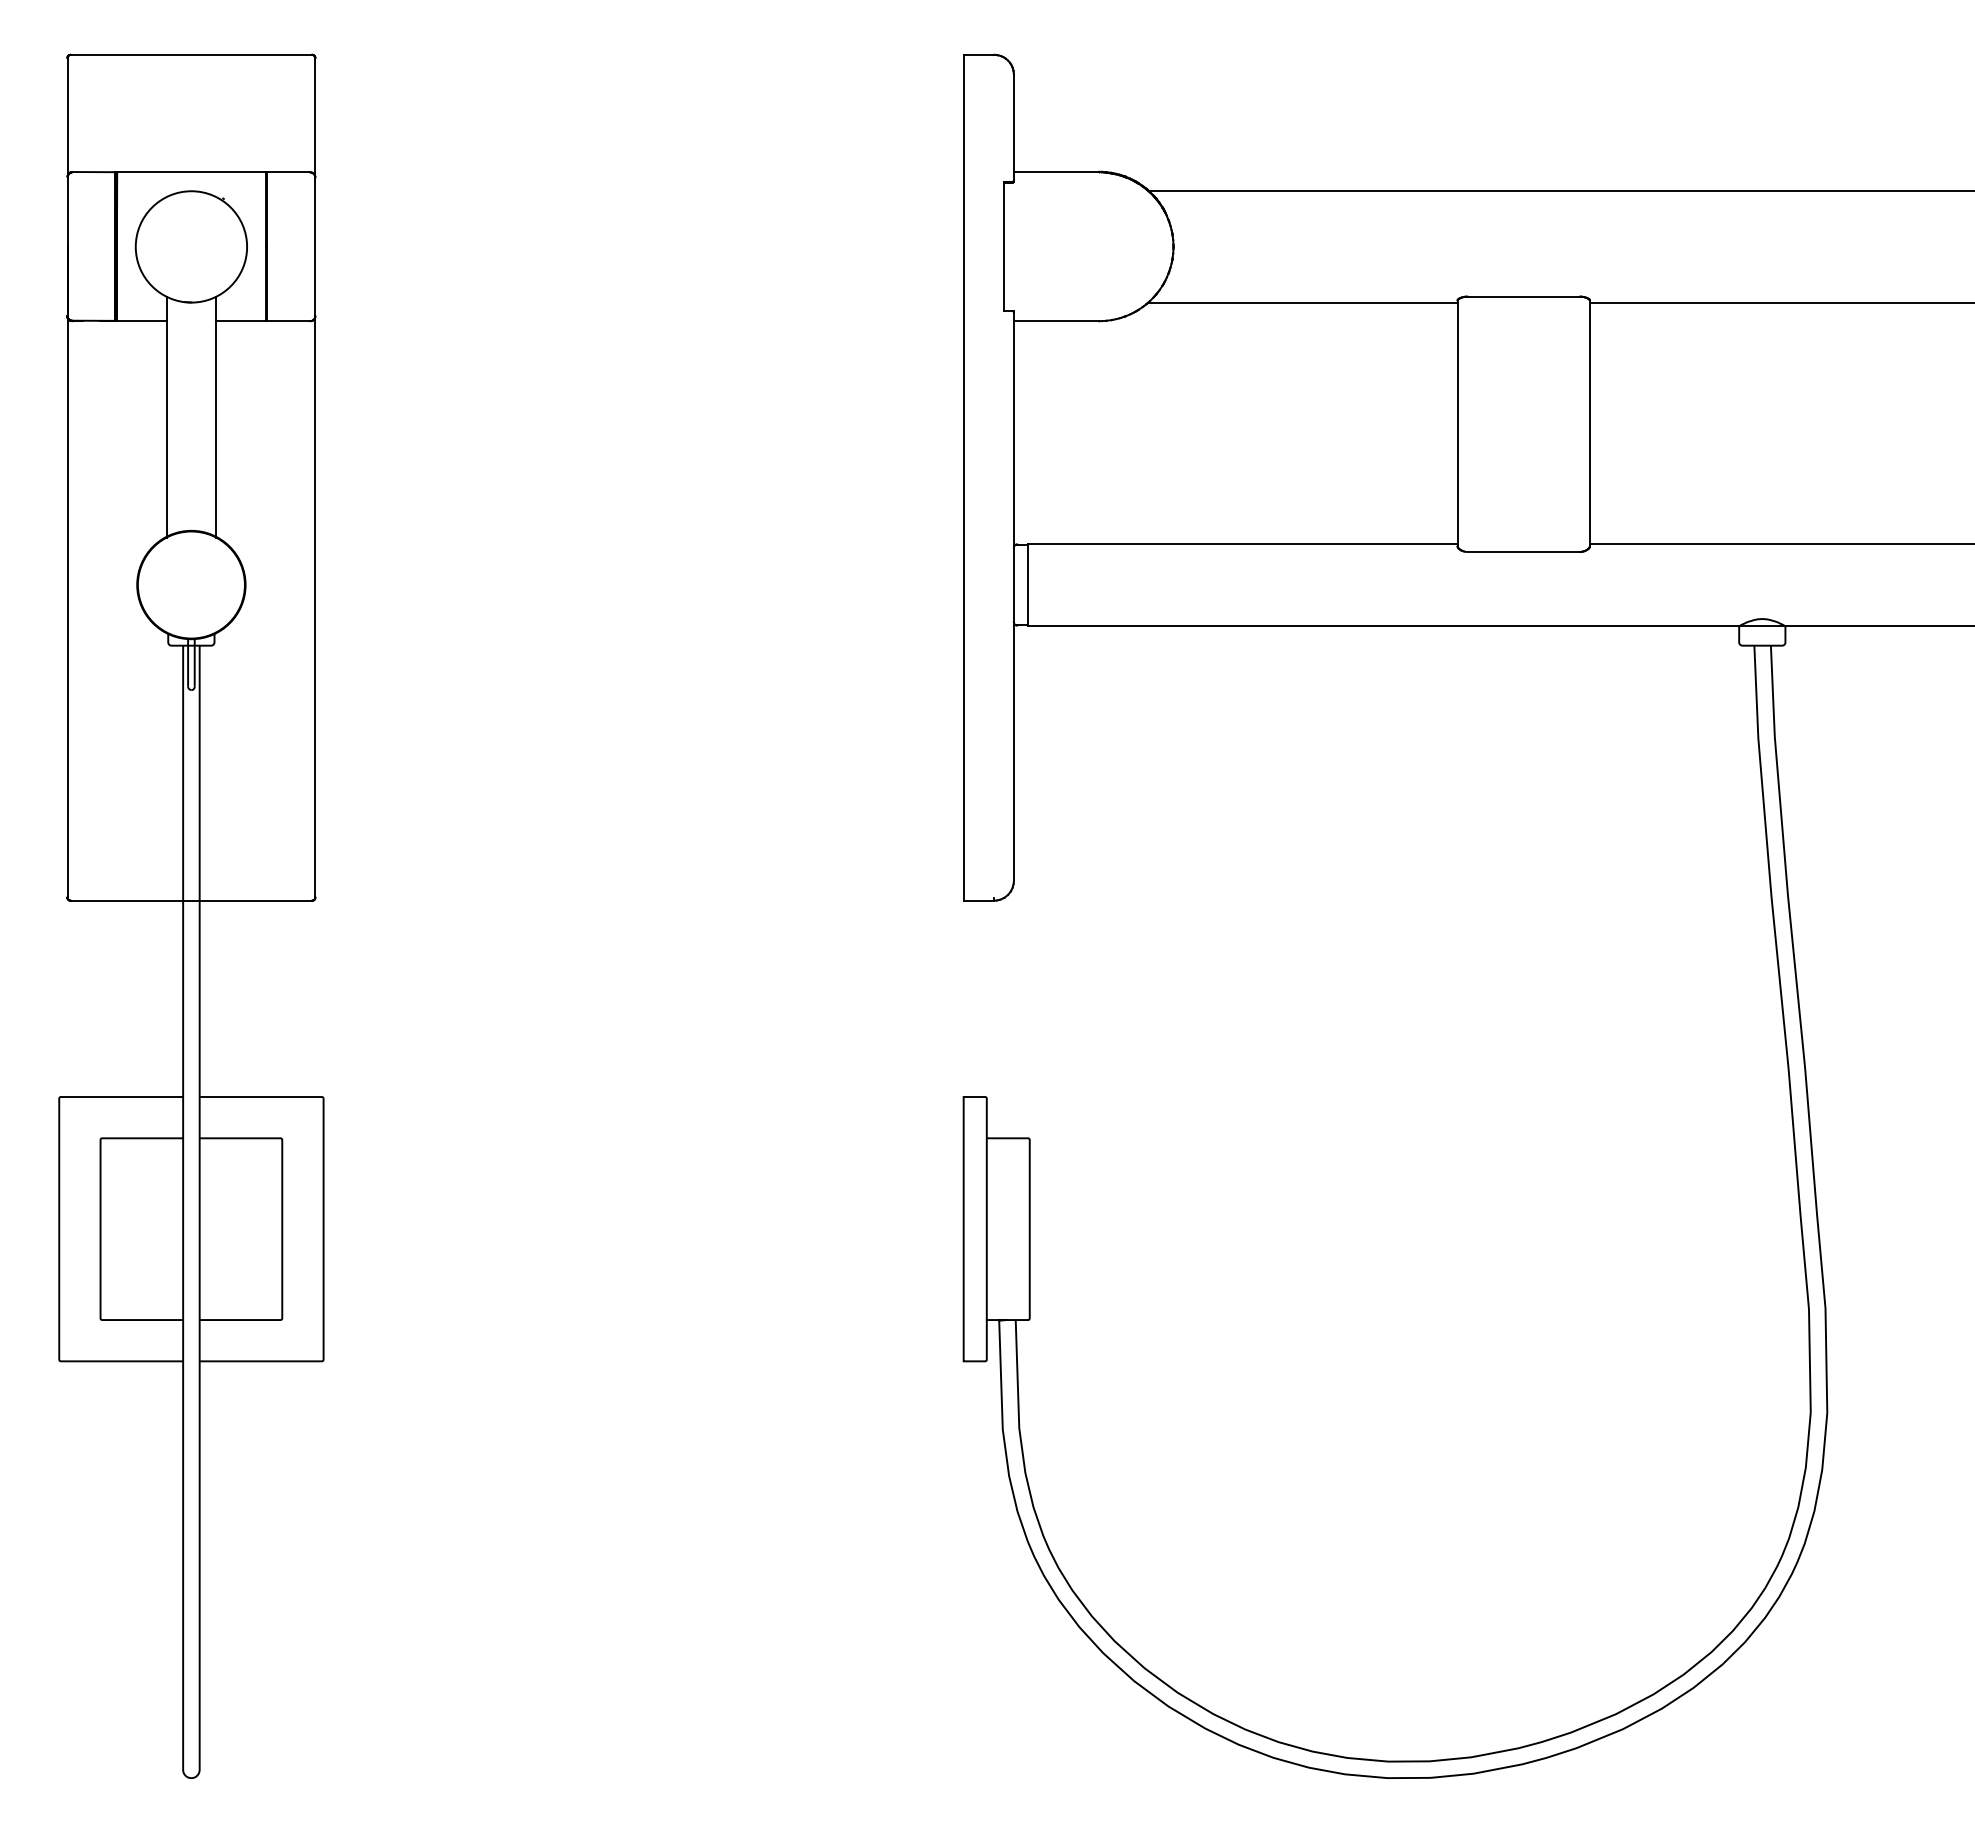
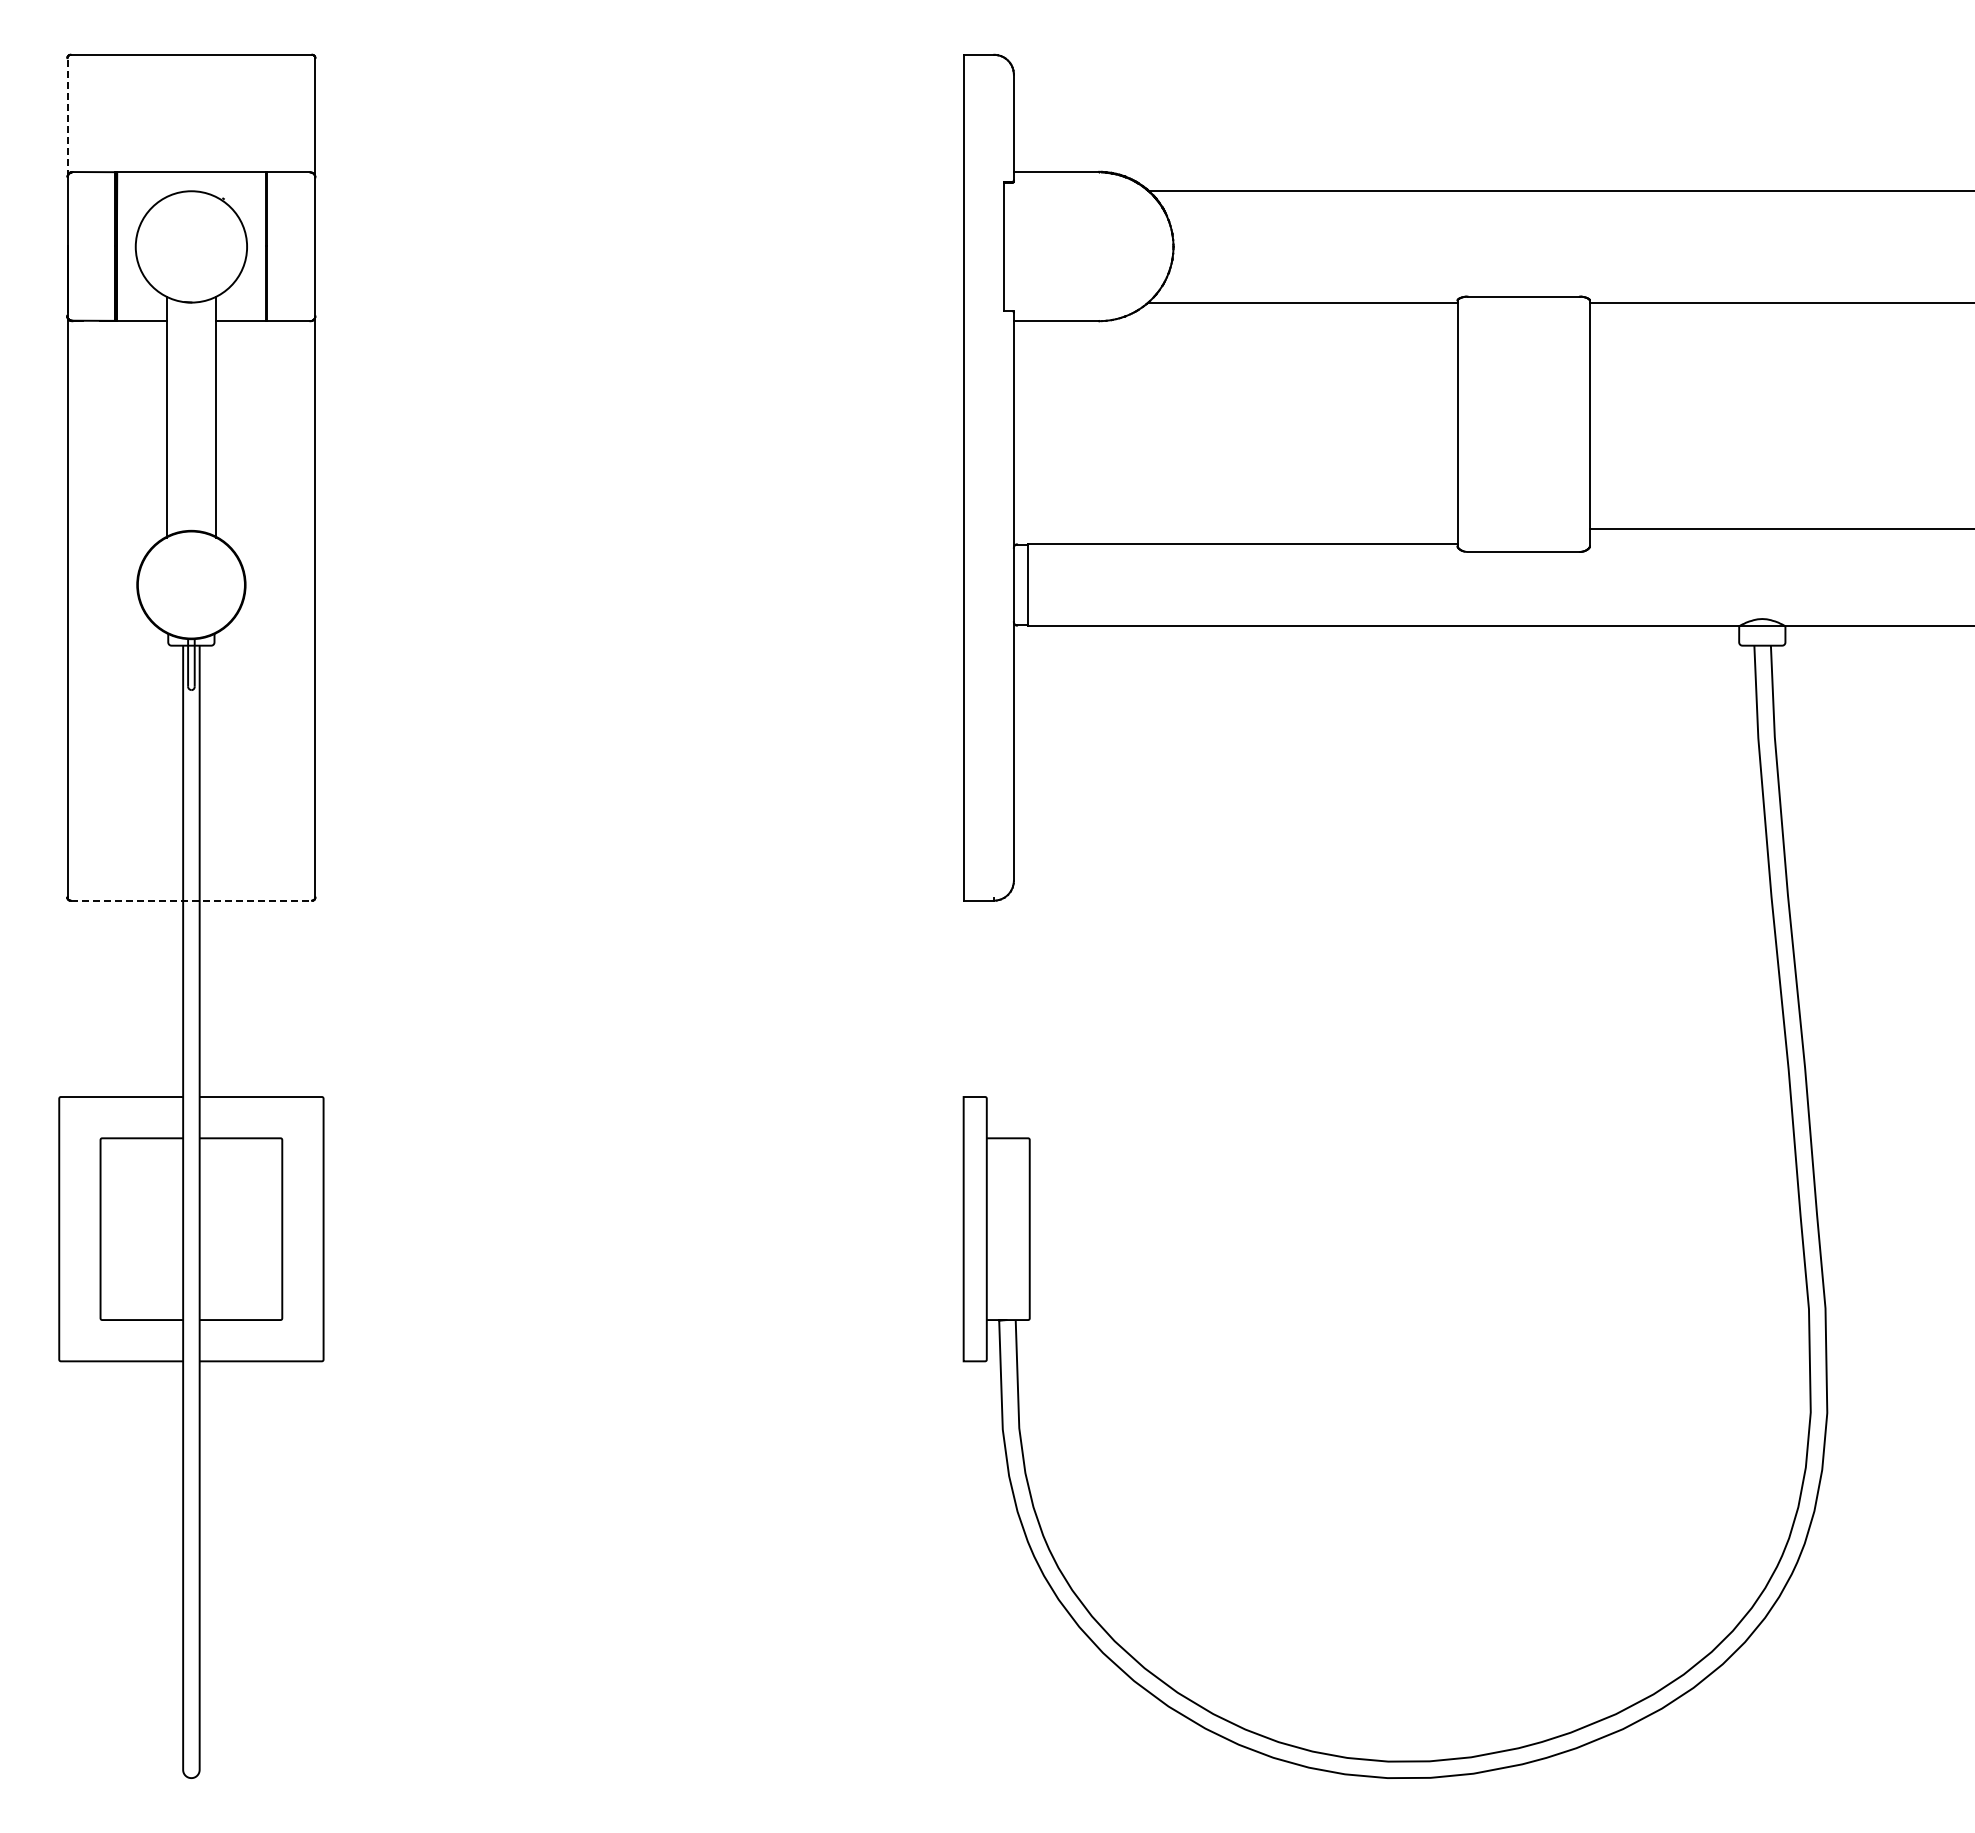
line at (67, 117): solid -> dashed
line at (1780, 543) position: (1780, 543) -> (1780, 528)
line at (191, 900): solid -> dashed
